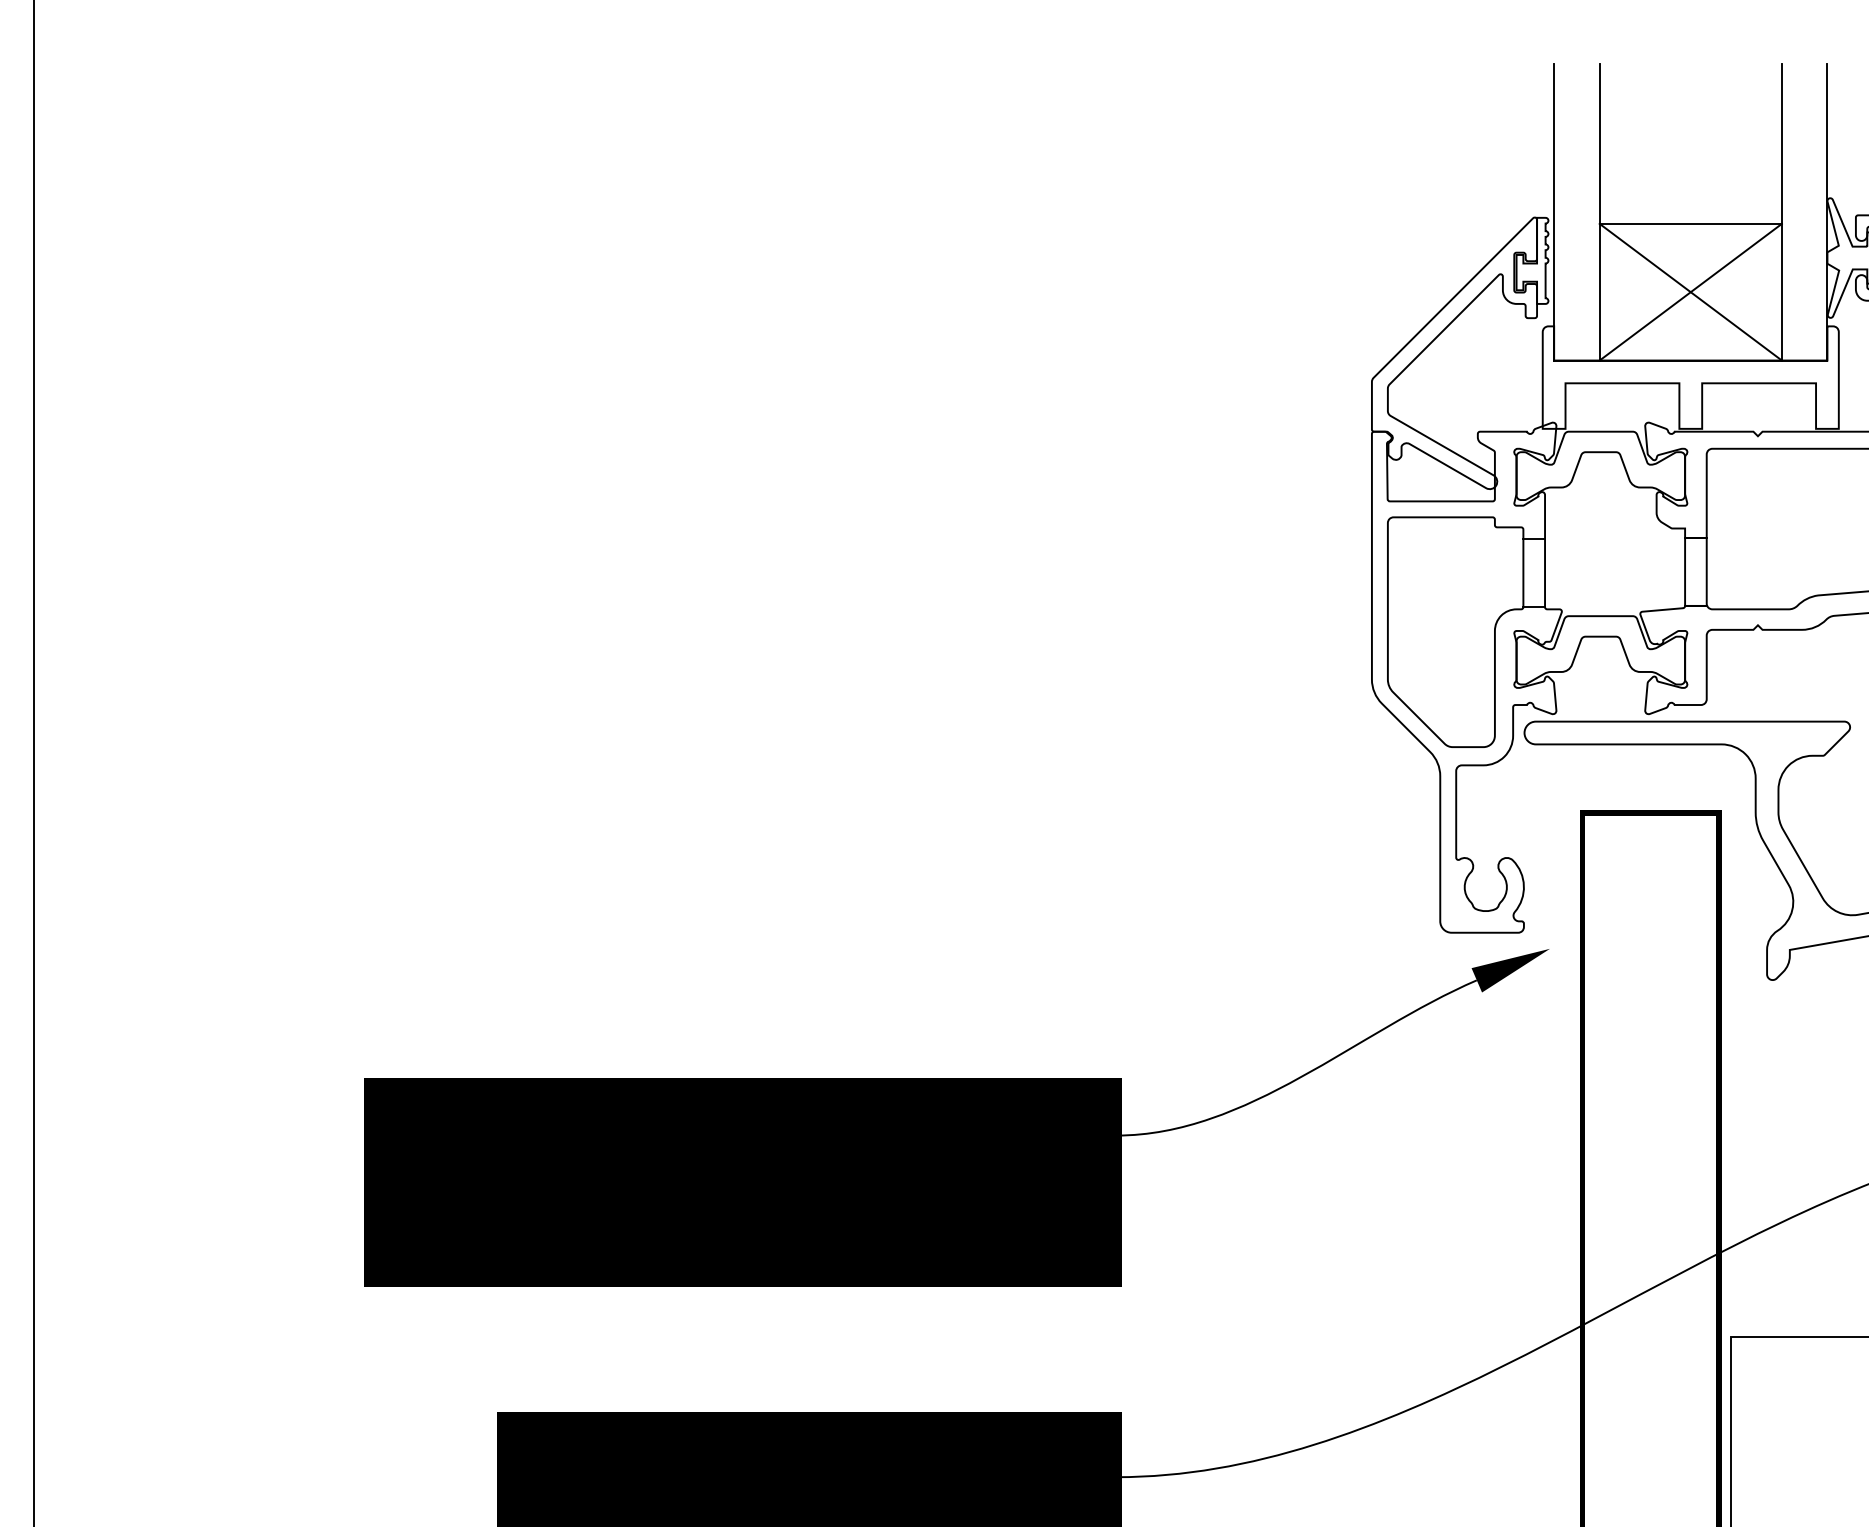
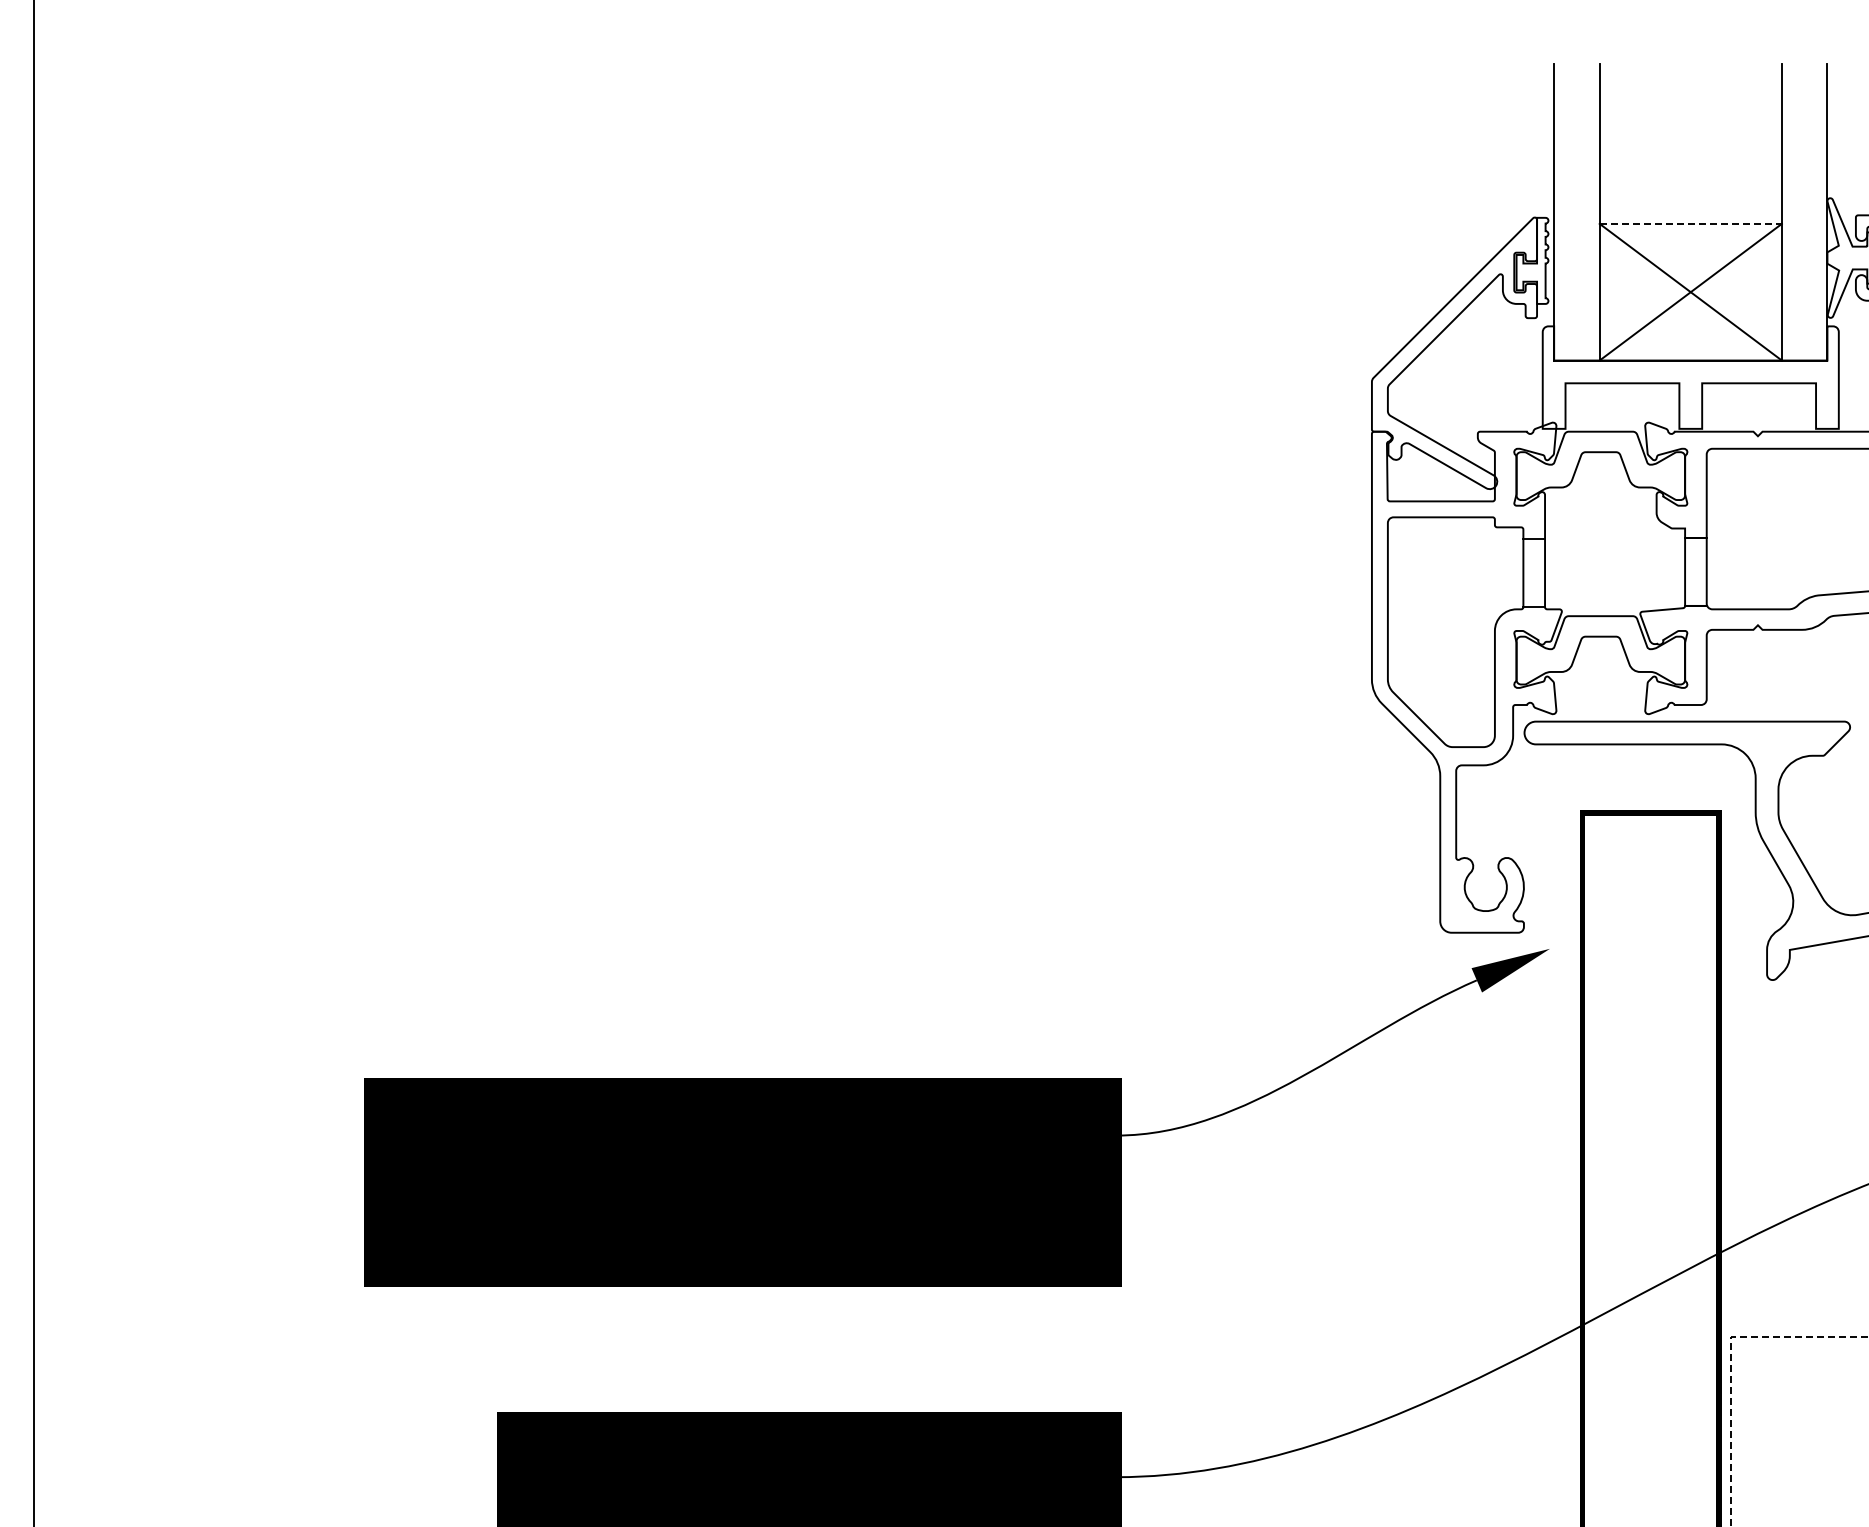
line at (1691, 223): solid -> dashed
line at (1730, 1361): solid -> dashed
